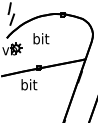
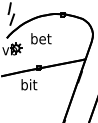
text at (41, 38): bit -> bet
